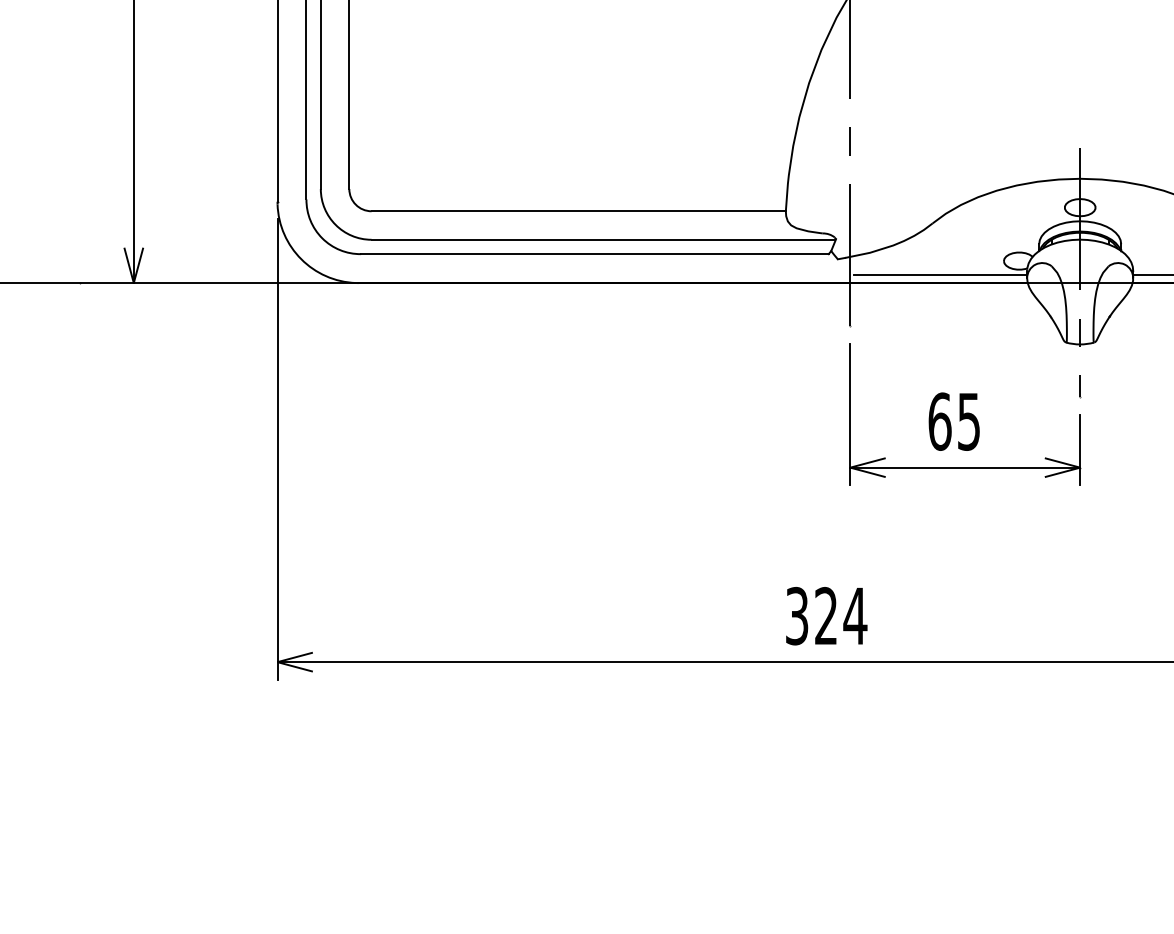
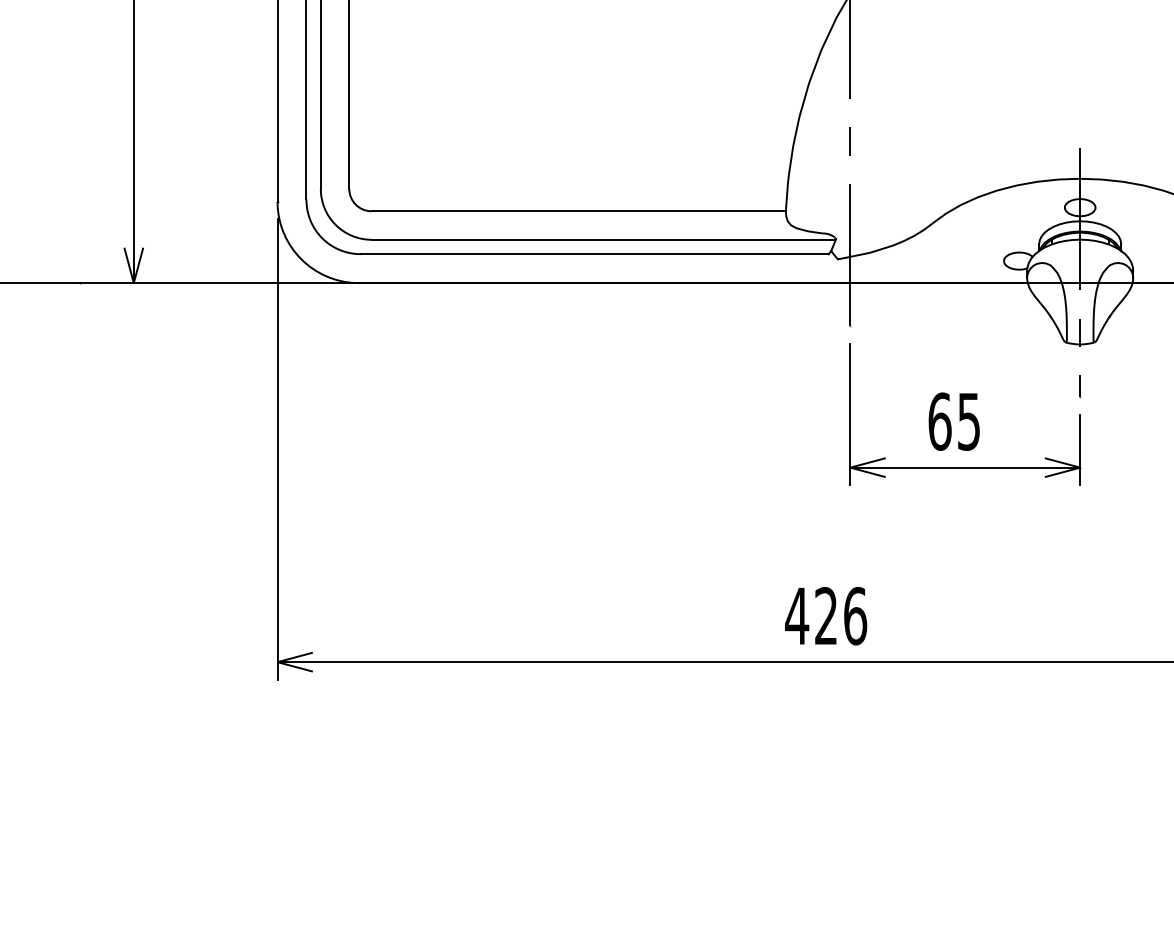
line at (940, 275): present -> none
line at (1151, 275): present -> none
text at (826, 615): 324 -> 426
